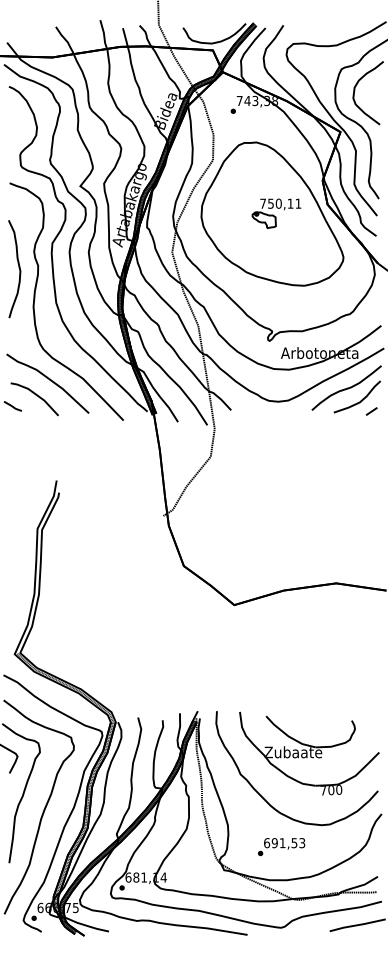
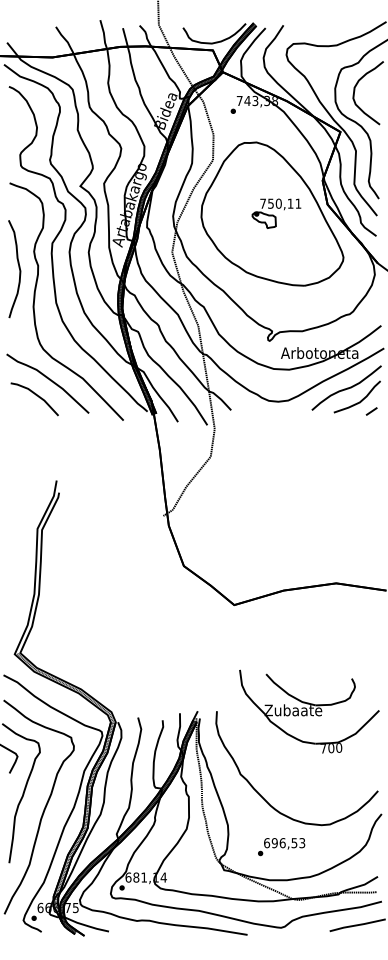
line at (12, 406): present -> none
part at (309, 753) position: (309, 753) -> (309, 711)
text at (282, 843): 691,53 -> 696,53
